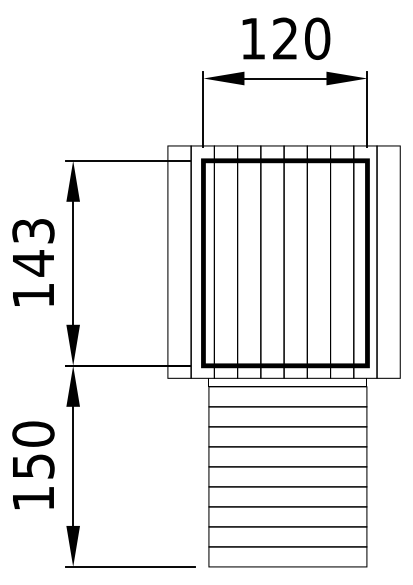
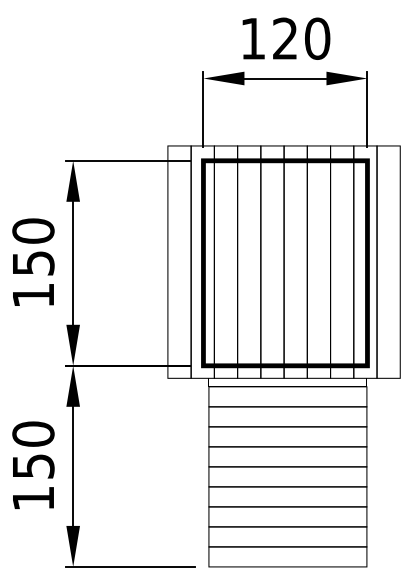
text at (33, 247): 143 -> 150
